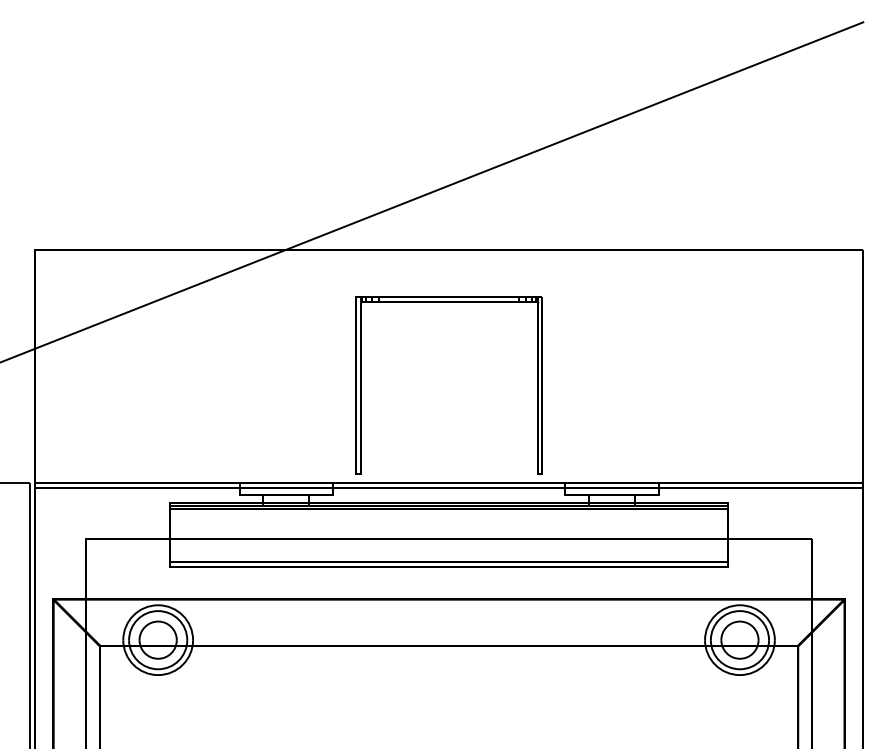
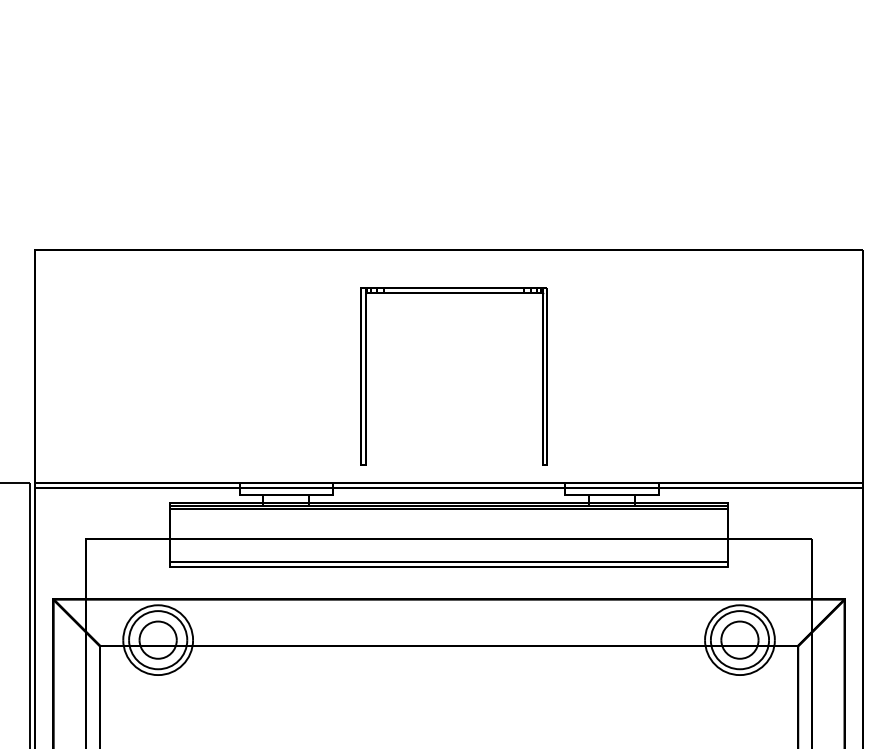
line at (432, 191): present -> none
part at (448, 302) position: (448, 302) -> (453, 293)
